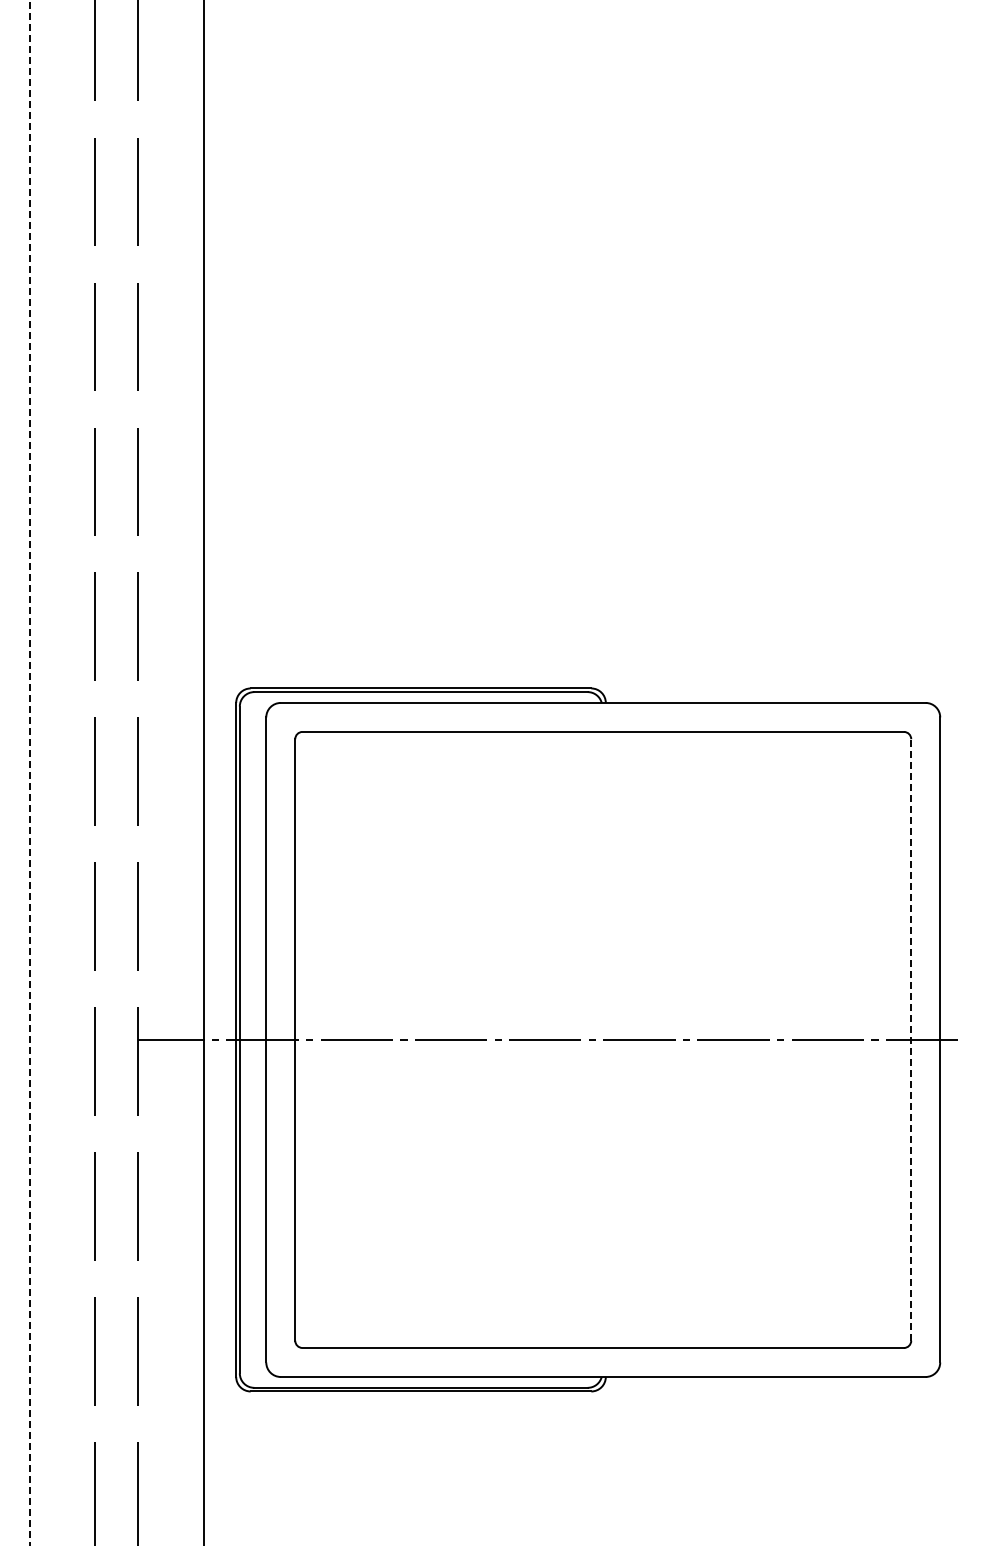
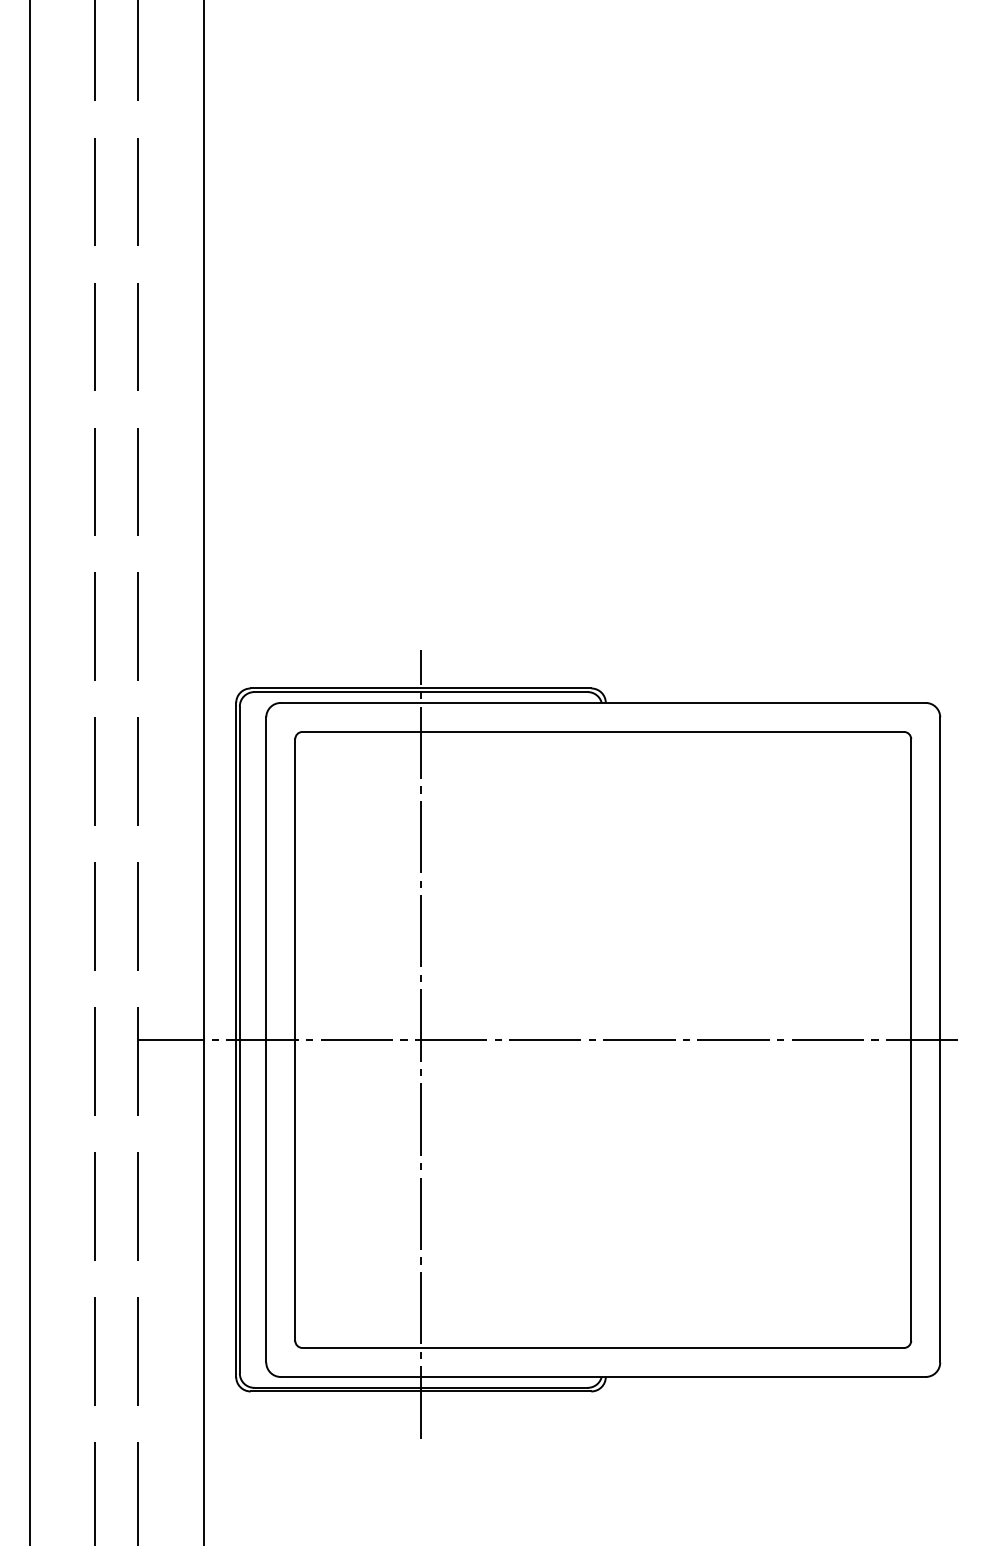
line at (29, 772): dashed -> solid
line at (911, 1039): dashed -> solid
line at (421, 1043): none -> present
